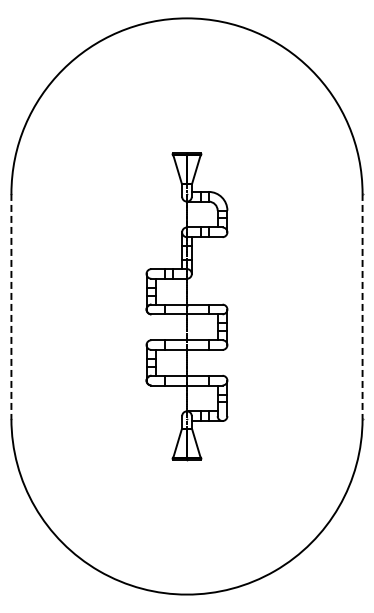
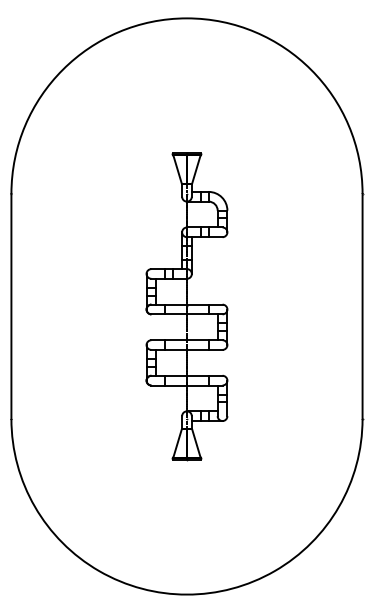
line at (11, 306): dashed -> solid
line at (362, 306): dashed -> solid
